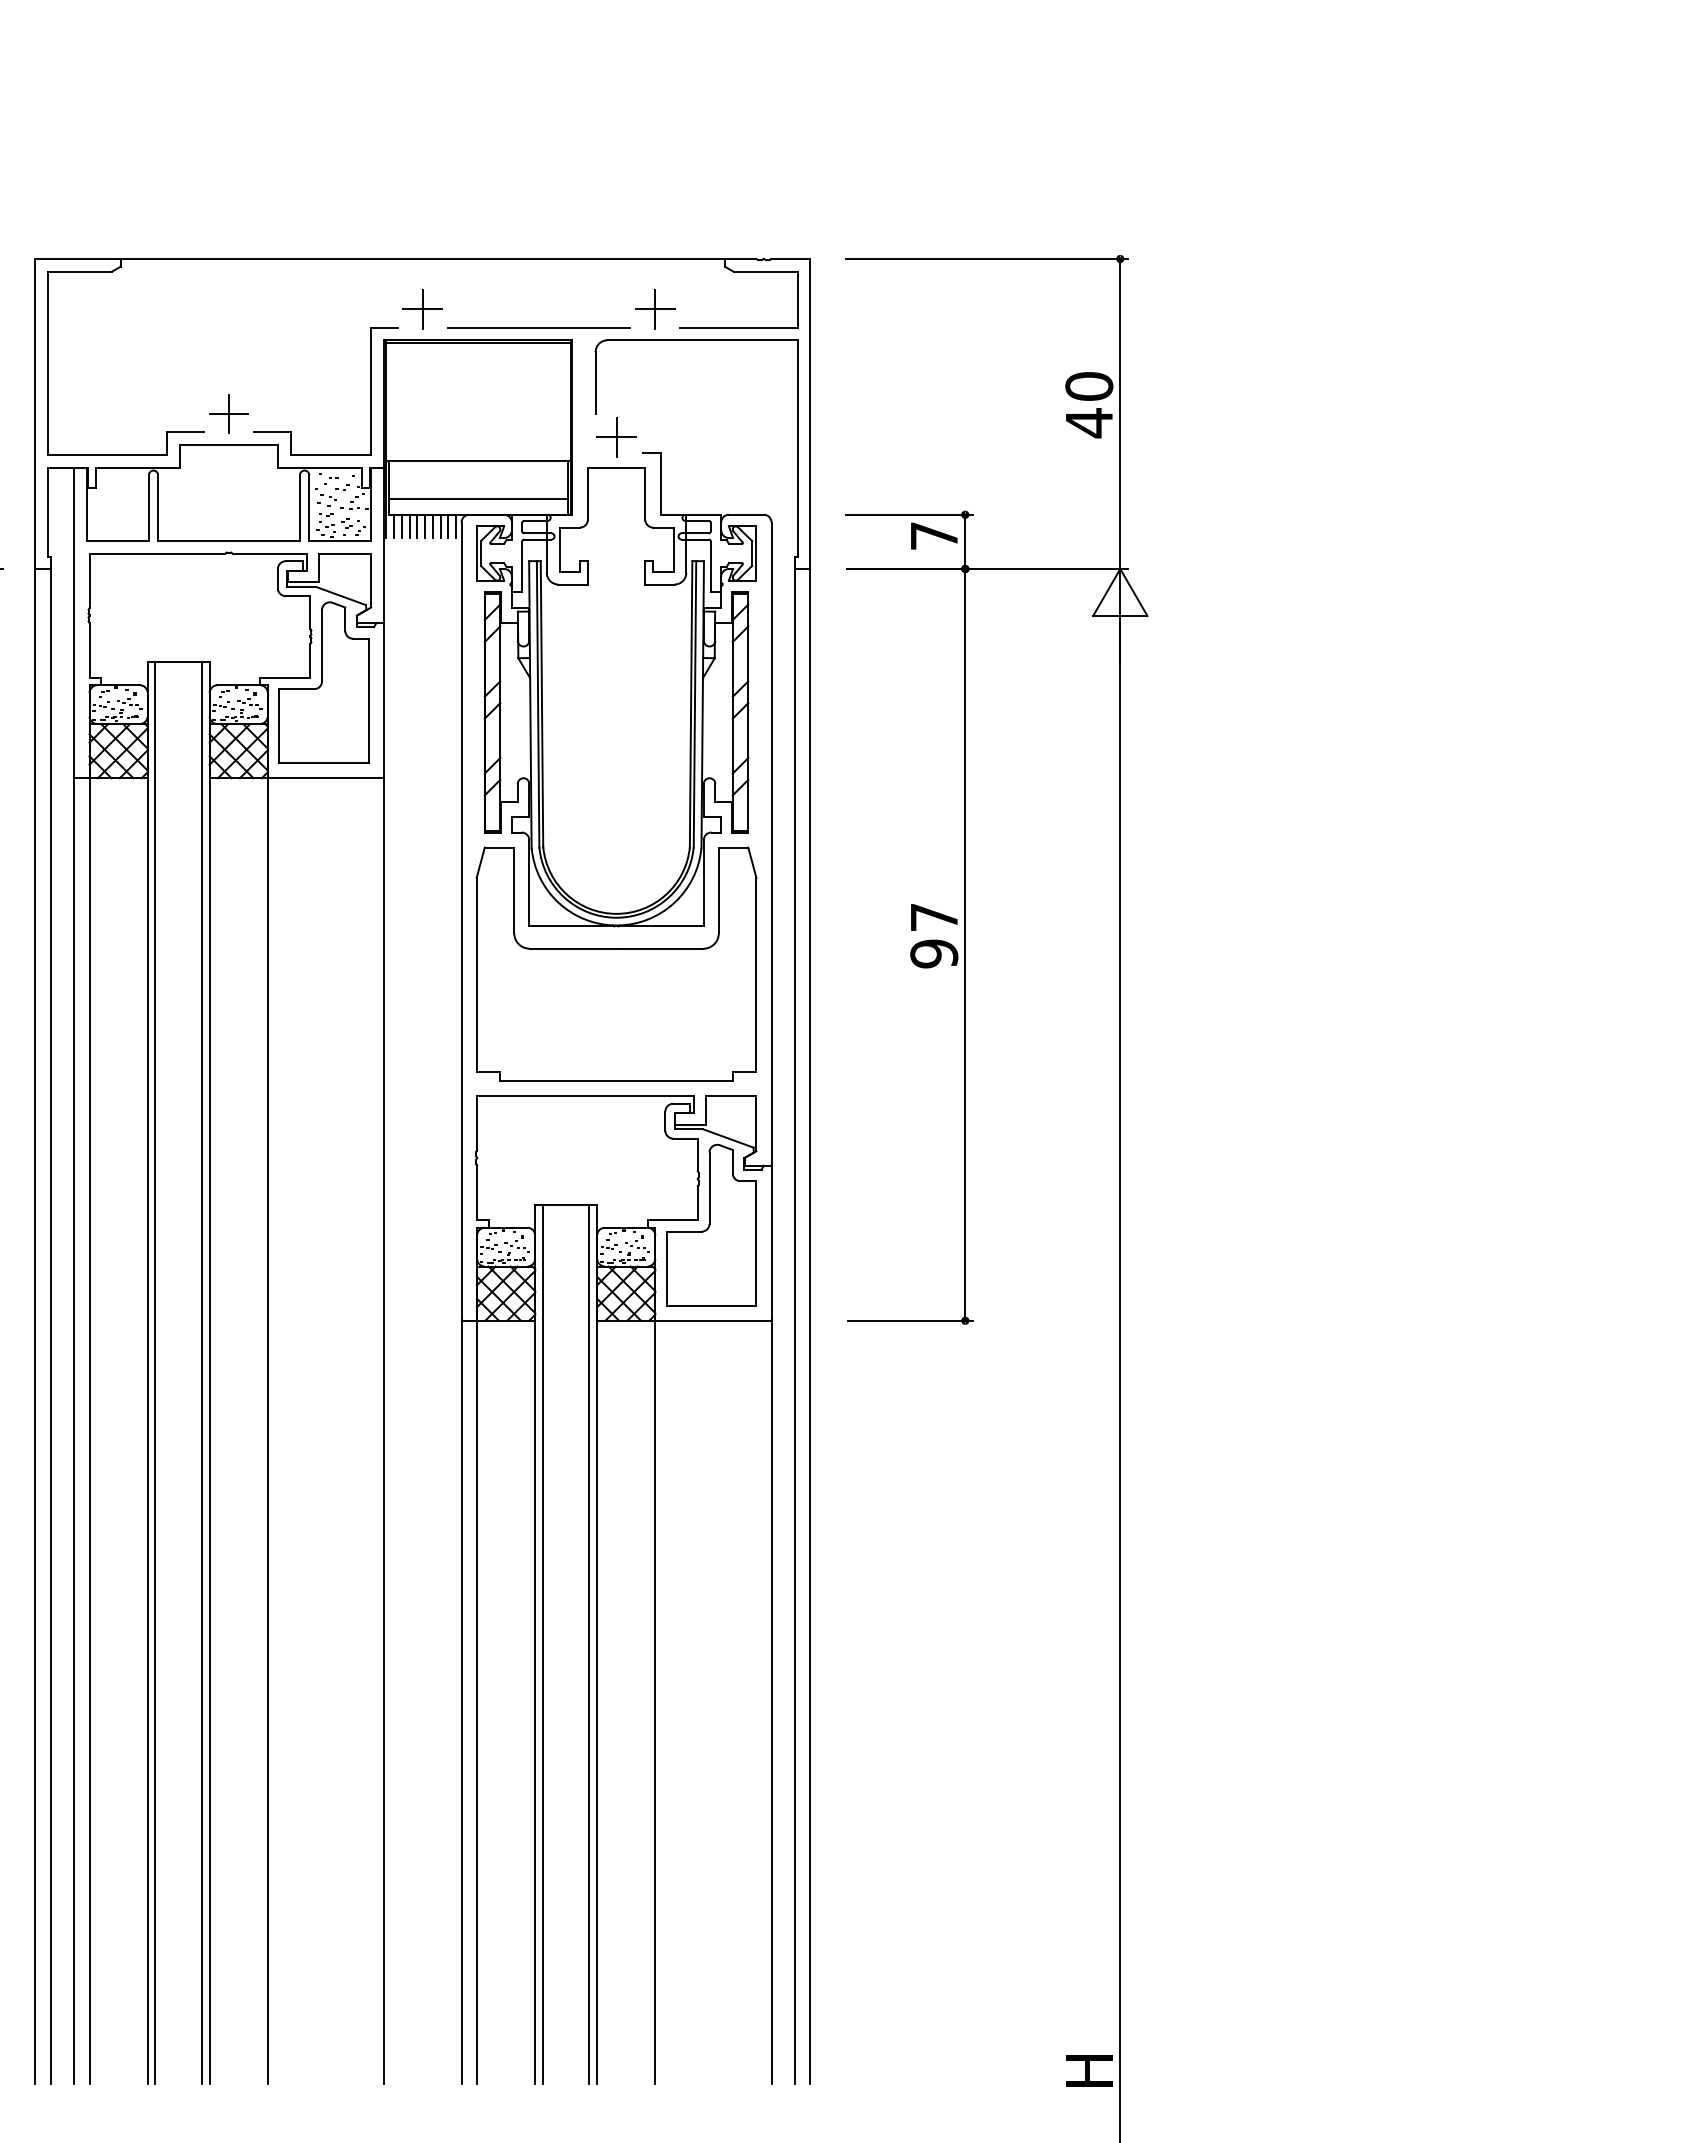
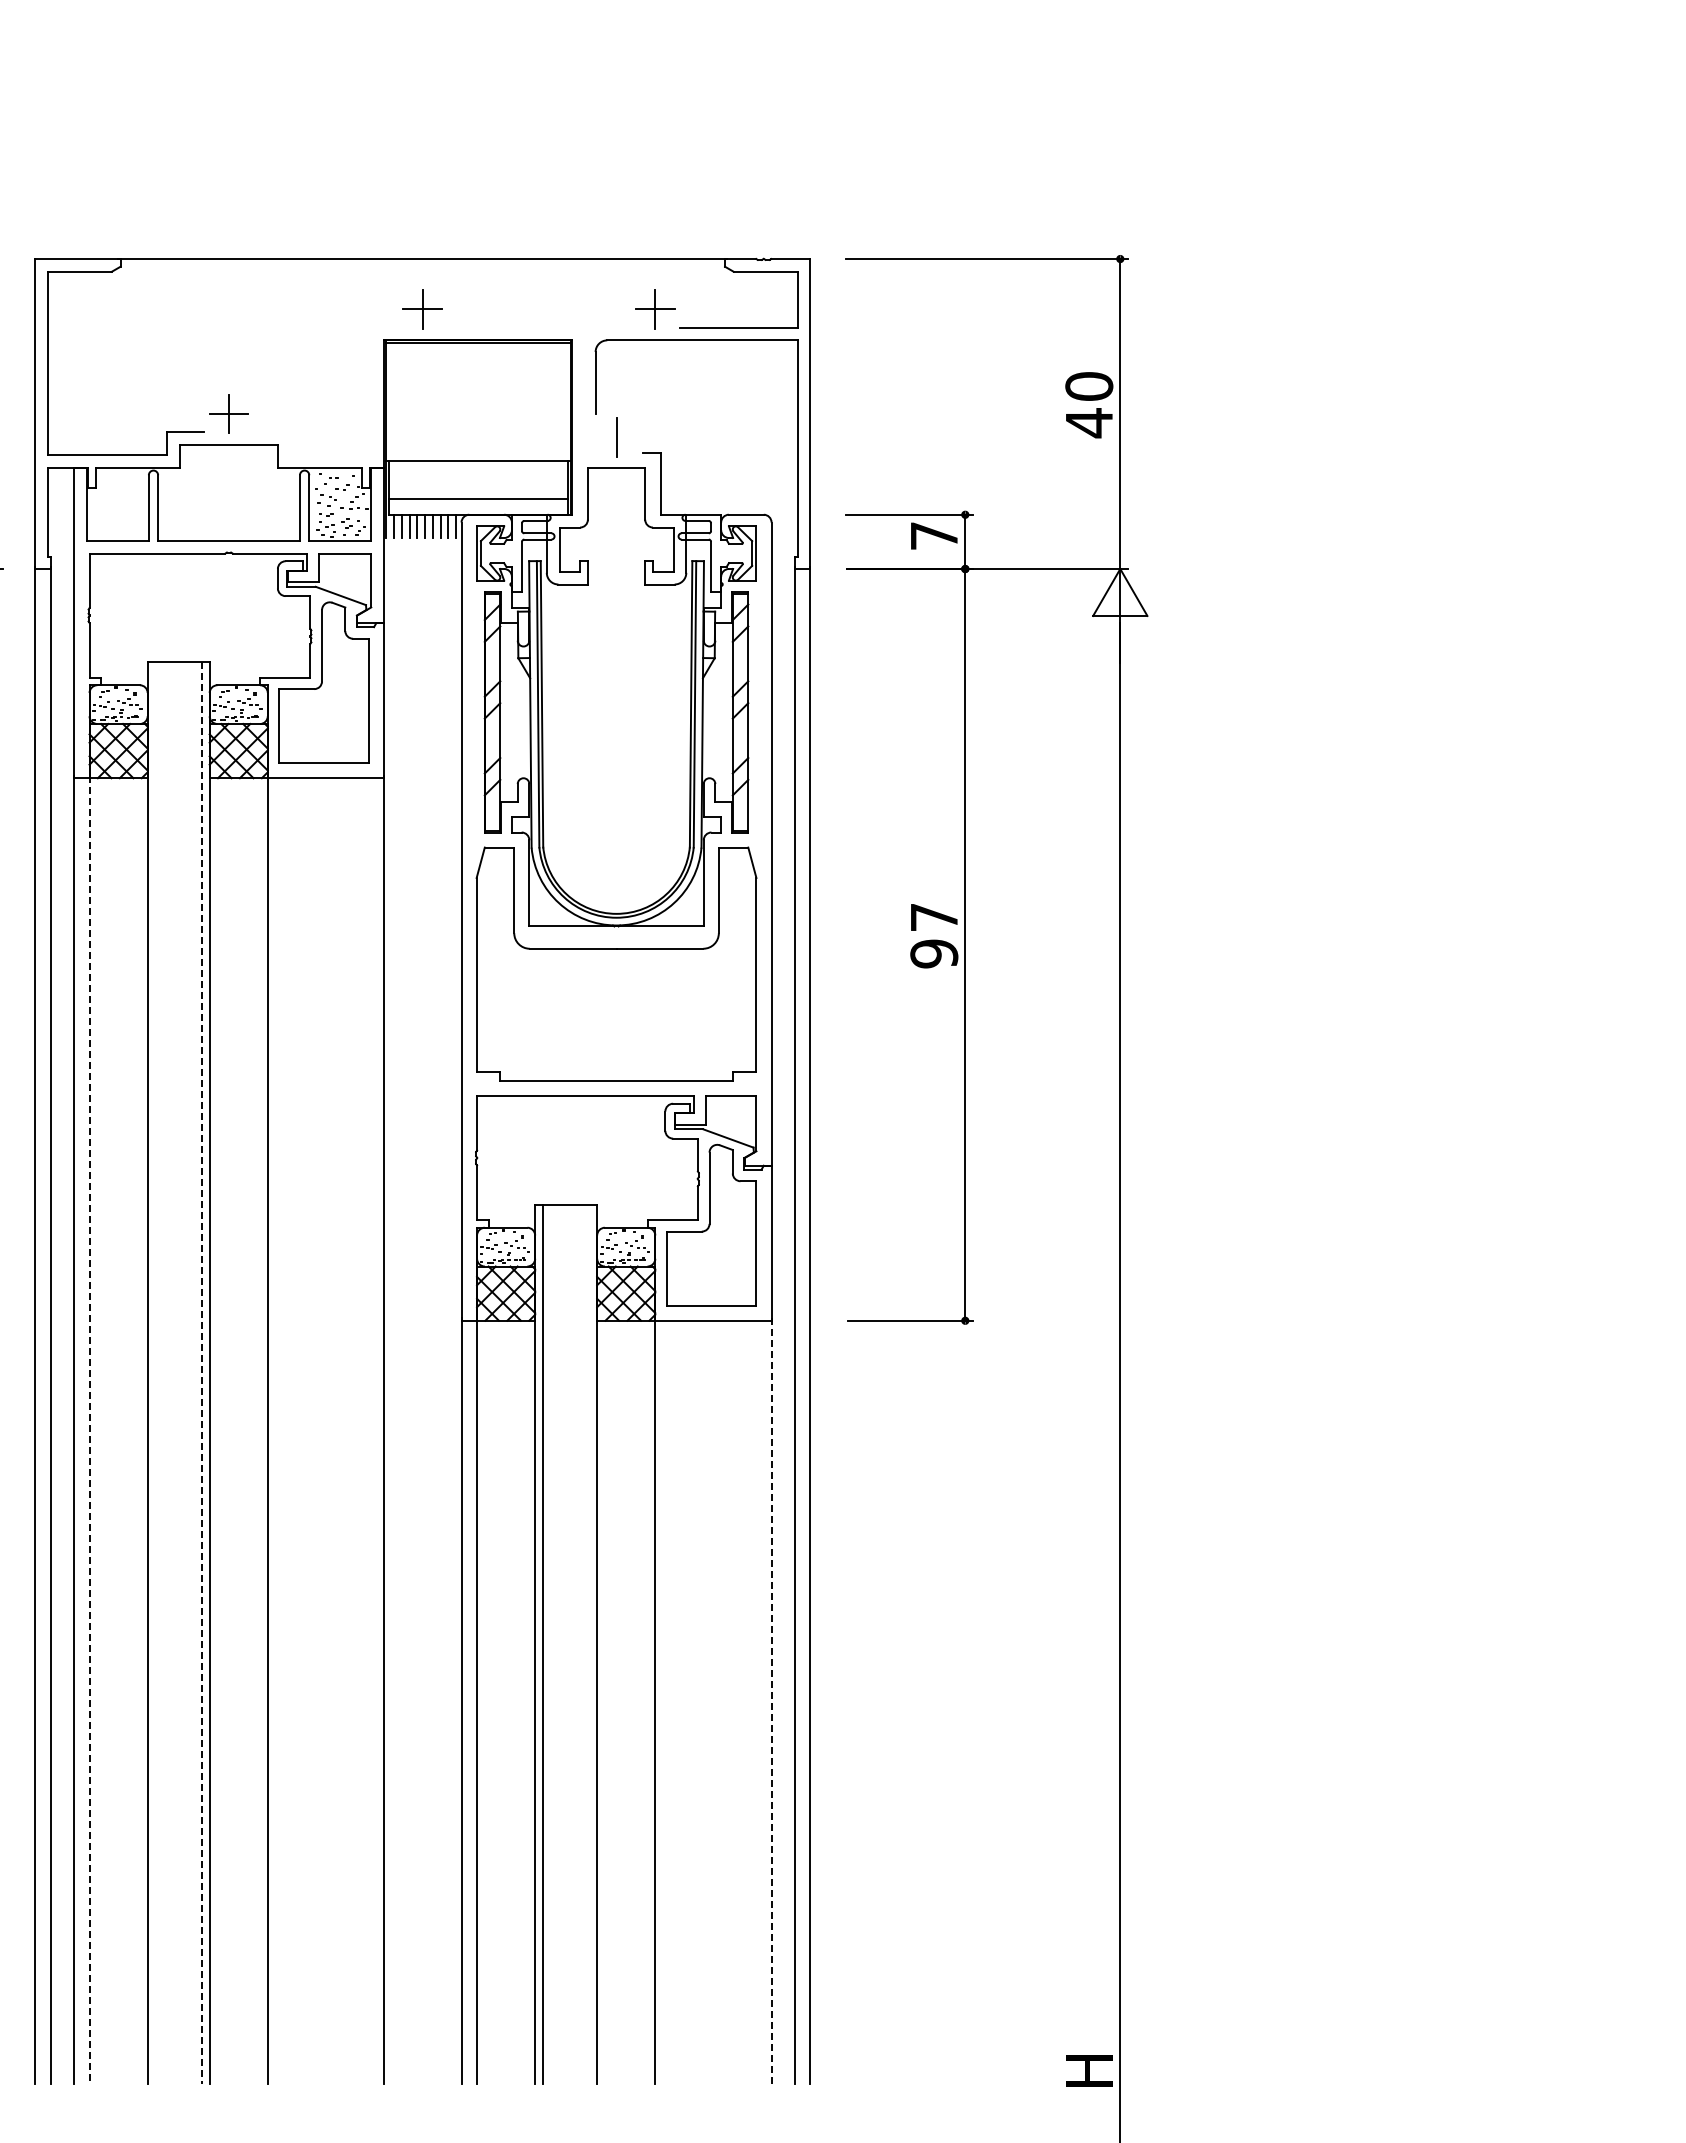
line at (538, 327): present -> none
part at (370, 391): present -> none
line at (616, 437): present -> none
line at (155, 1373): present -> none
line at (201, 1373): solid -> dashed
line at (89, 1430): solid -> dashed
line at (589, 1644): present -> none
line at (771, 1701): solid -> dashed
